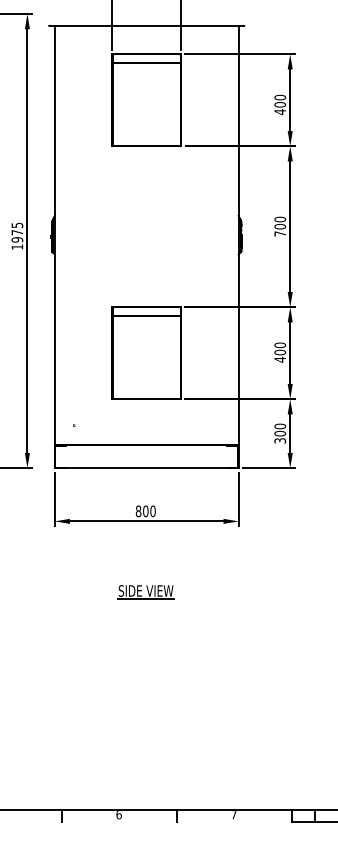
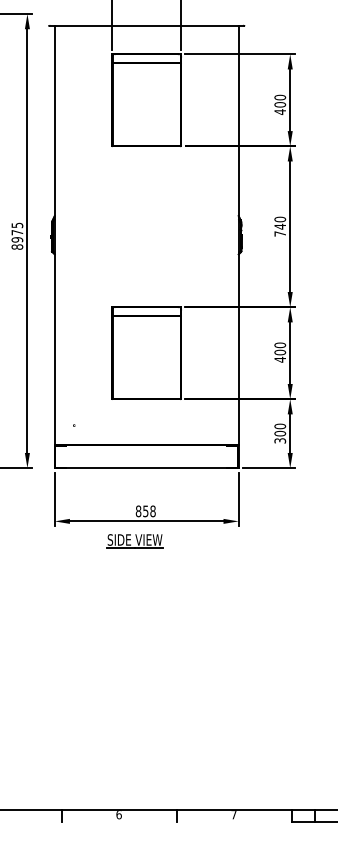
text at (280, 226): 700 -> 740
text at (17, 246): 1975 -> 8975
text at (149, 511): 800 -> 858
part at (145, 592) position: (145, 592) -> (134, 541)
